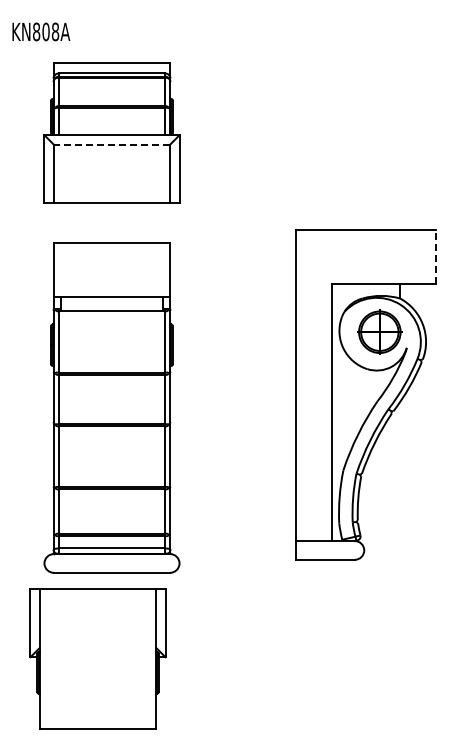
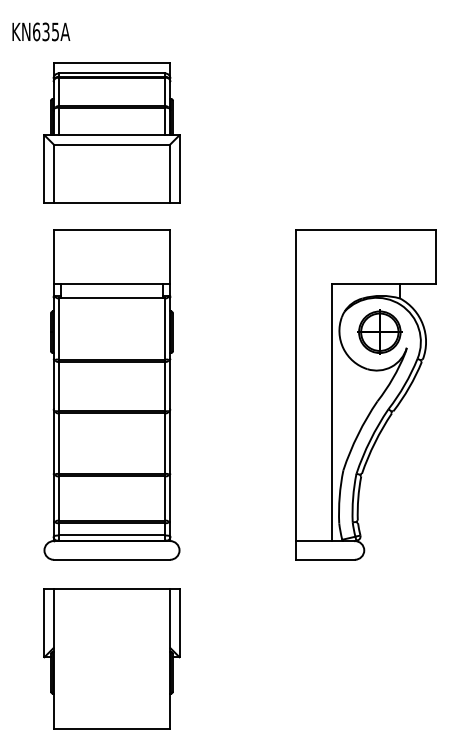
text at (46, 31): KN808A -> KN635A
line at (111, 144): dashed -> solid
line at (436, 256): dashed -> solid
part at (111, 407) position: (111, 407) -> (111, 394)
part at (97, 658) position: (97, 658) -> (111, 658)
